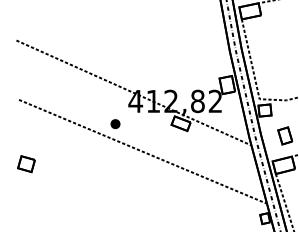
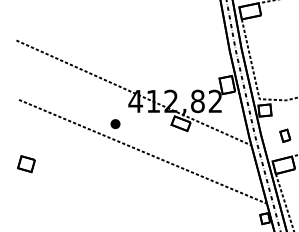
part at (285, 135) size: 17x20 px -> 13x15 px
